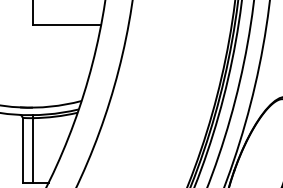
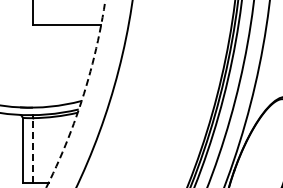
circle at (75, 93): solid -> dashed
line at (33, 149): solid -> dashed
